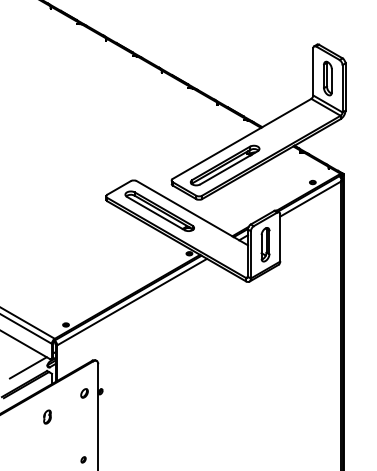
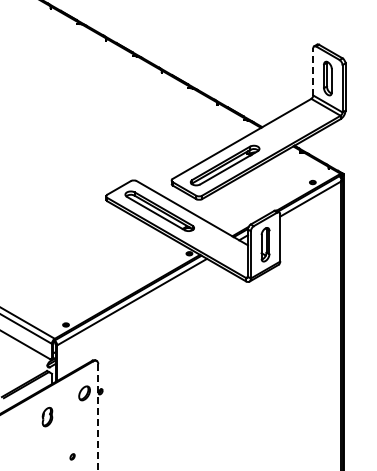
line at (313, 71): solid -> dashed
line at (27, 367): present -> none
part at (84, 393) size: 9x11 px -> 13x17 px
part at (47, 416) size: 9x16 px -> 13x21 px
line at (98, 417): solid -> dashed
part at (83, 459) position: (83, 459) -> (72, 456)
